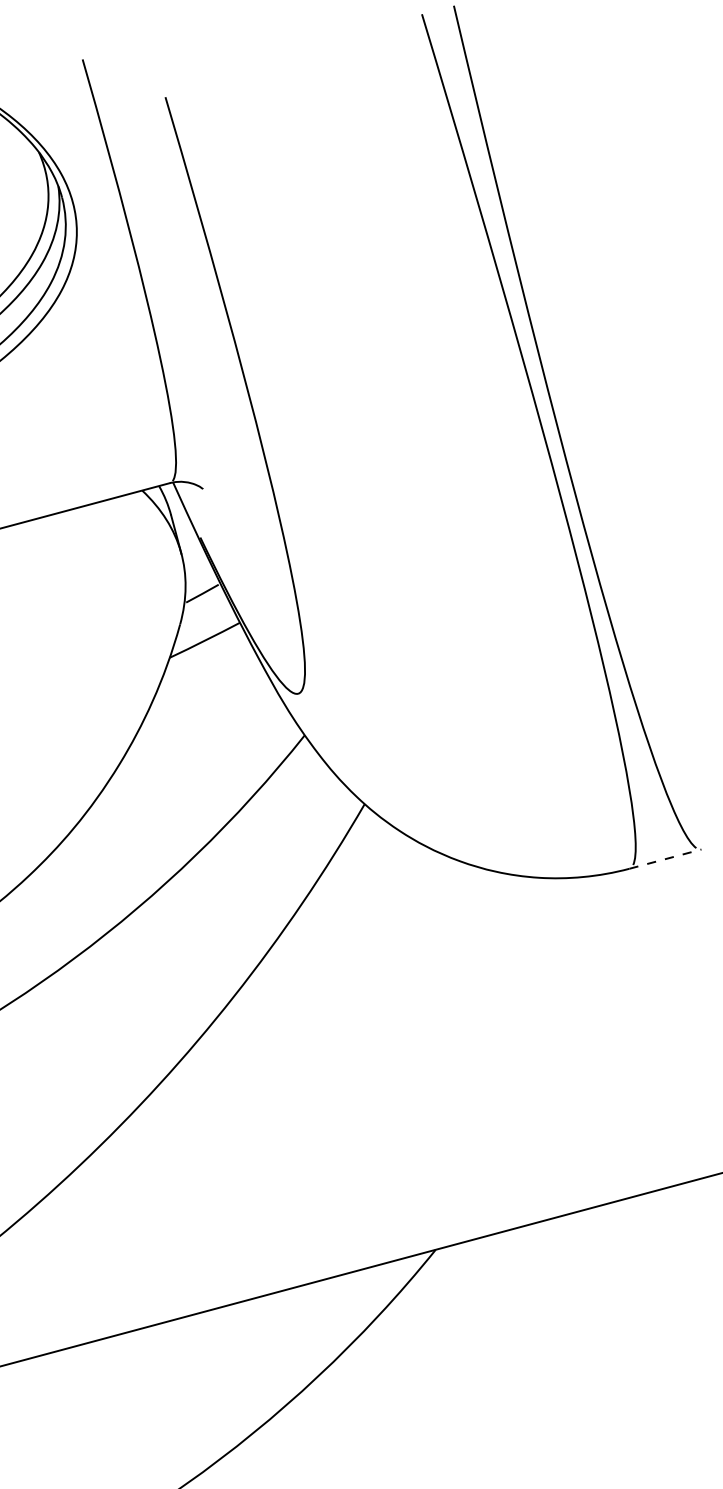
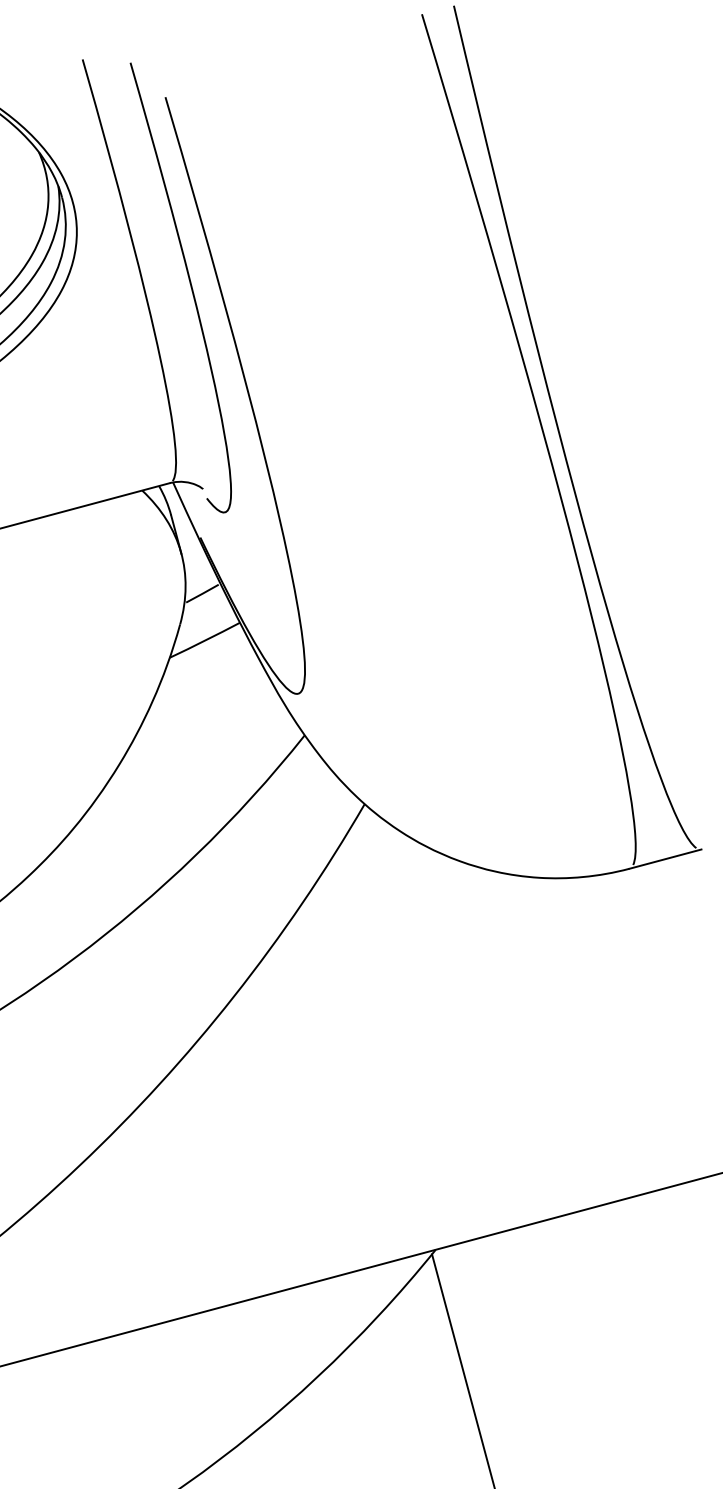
curve at (189, 283): none -> present
line at (665, 859): dashed -> solid
line at (462, 1369): none -> present
